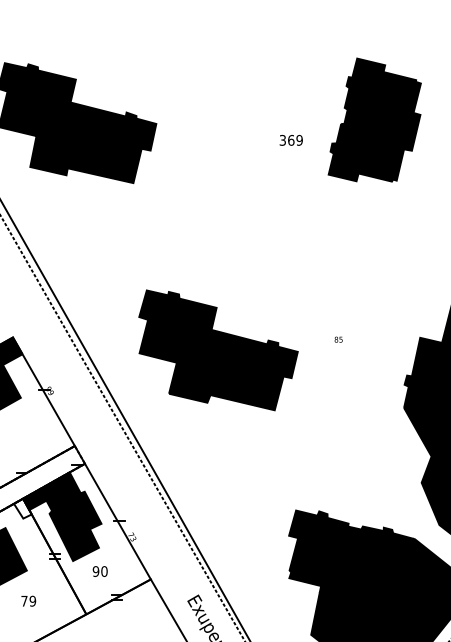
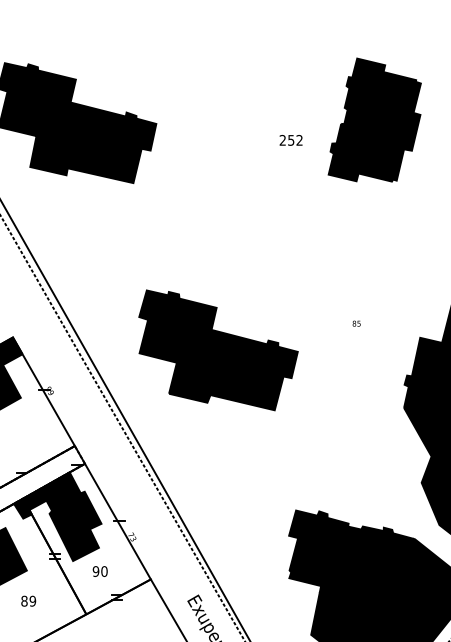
text at (290, 140): 369 -> 252
text at (338, 339) position: (338, 339) -> (356, 323)
fill at (22, 508): none -> present
text at (24, 600): 79 -> 89
